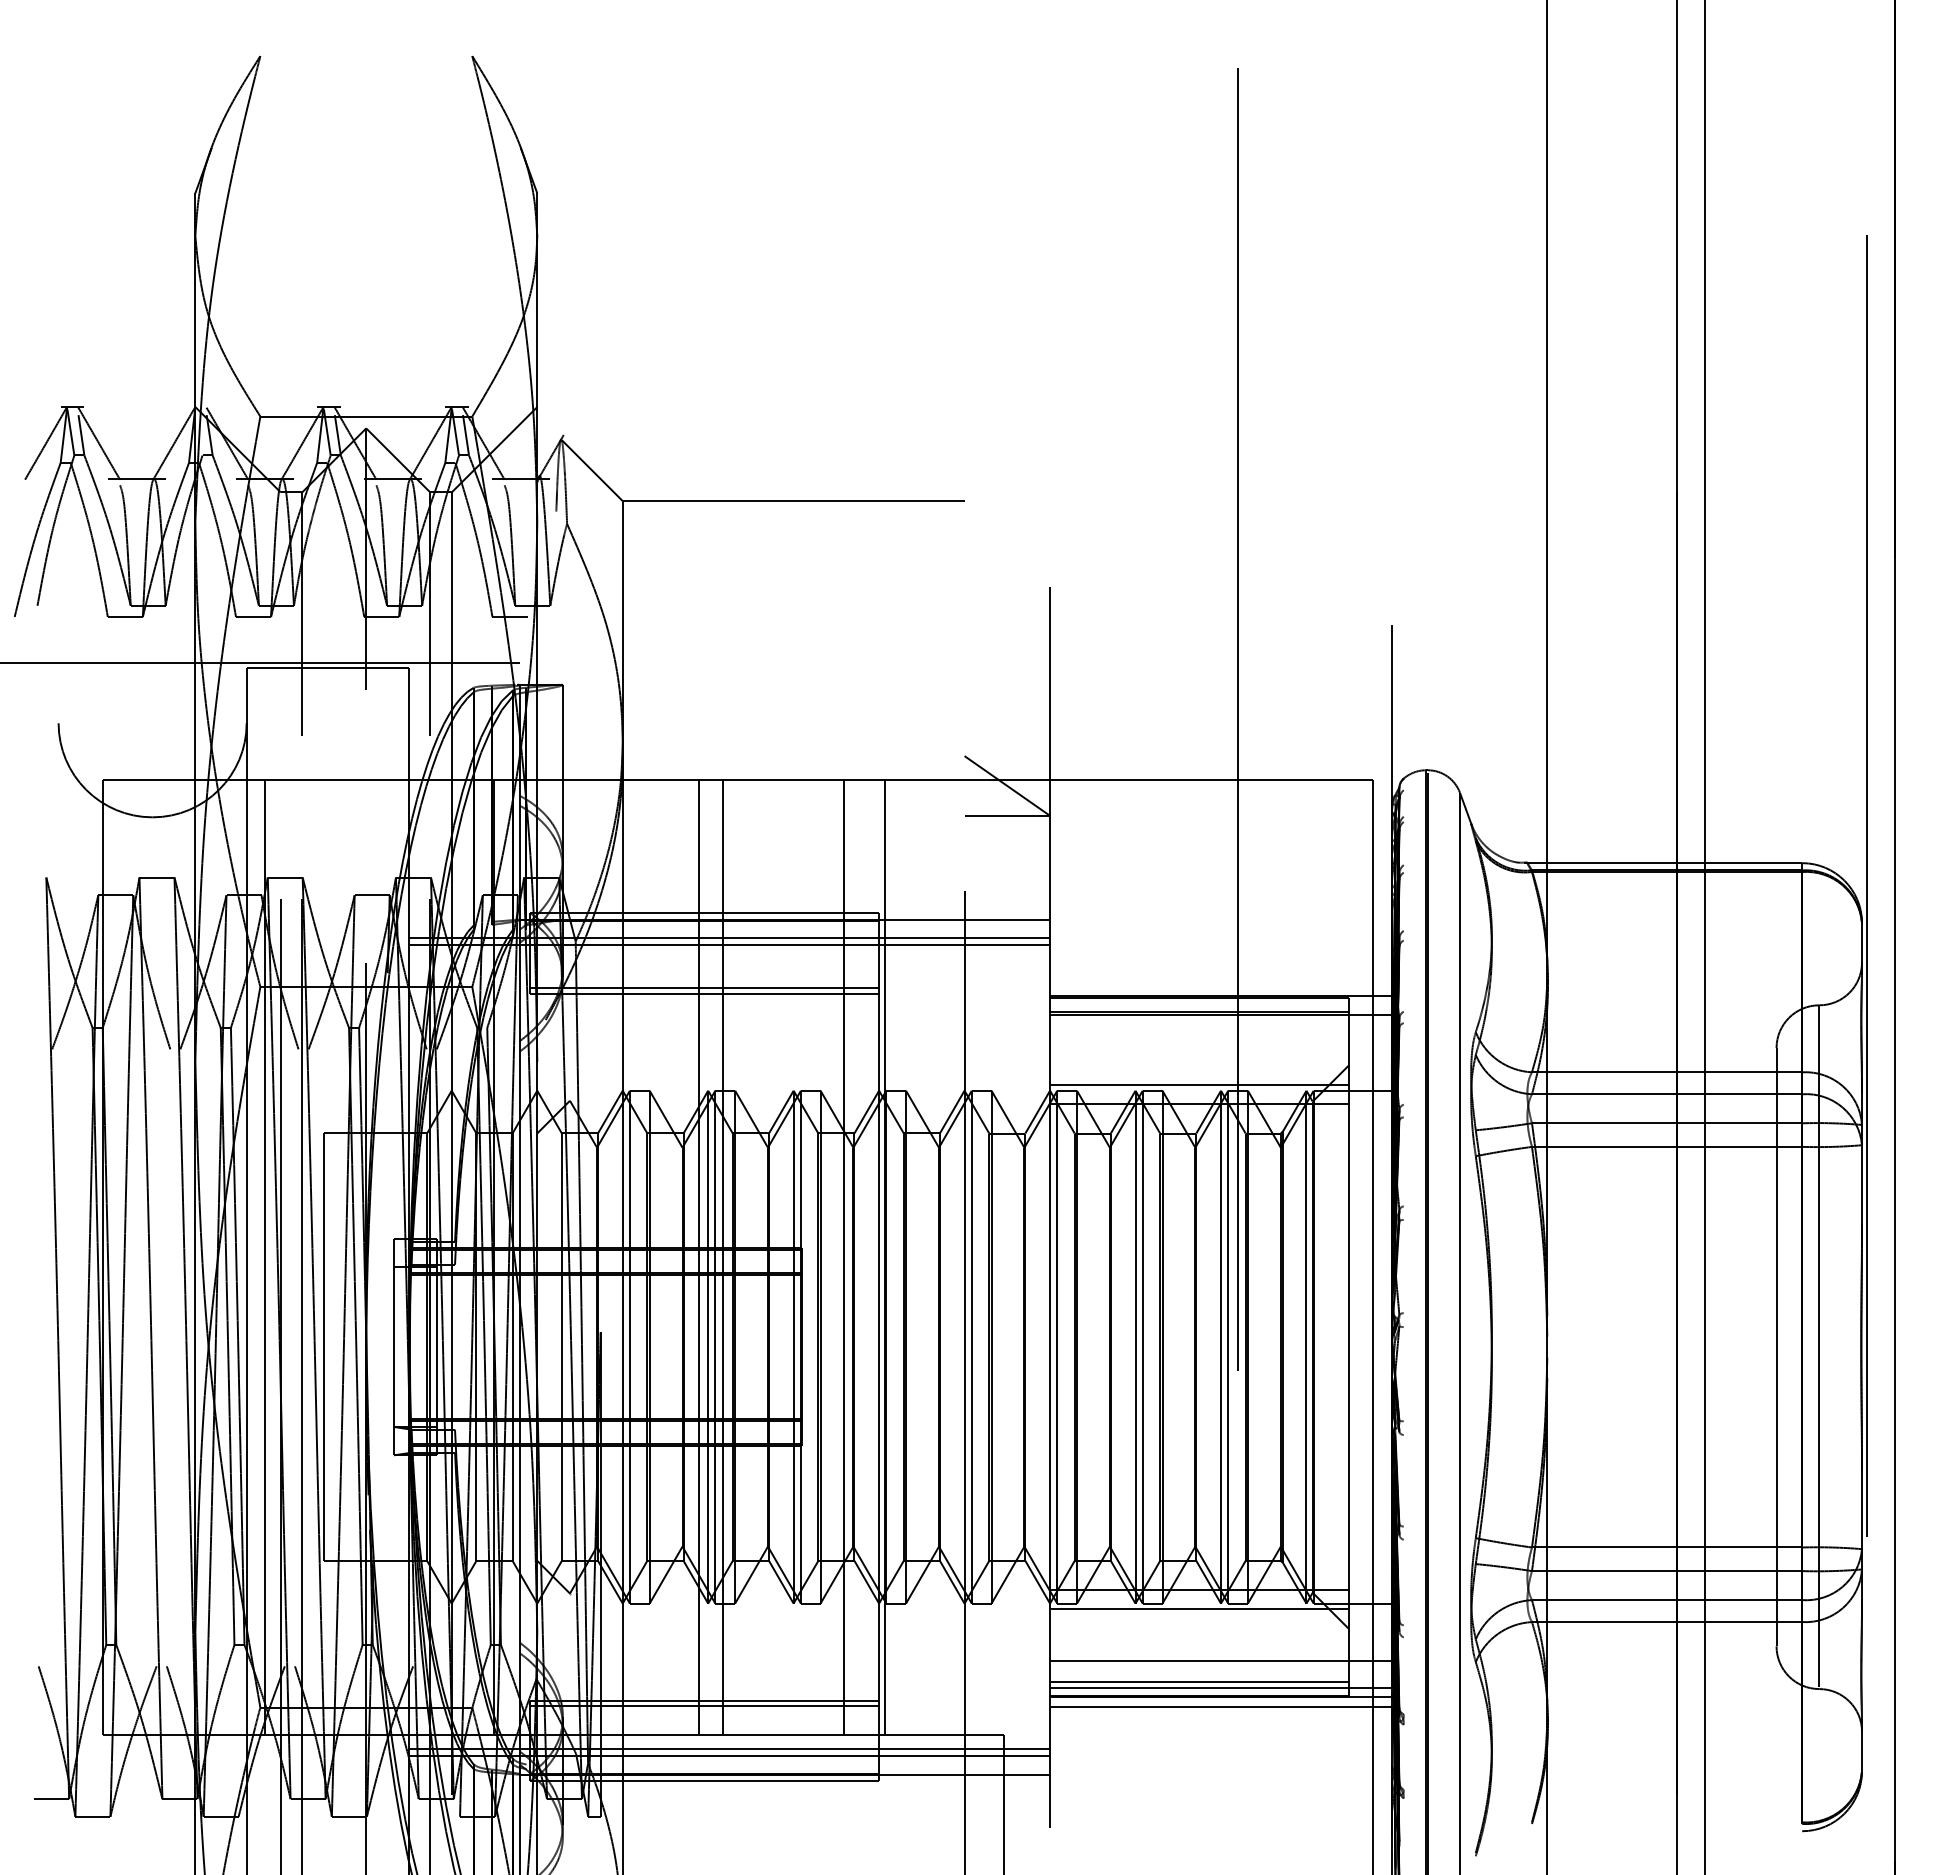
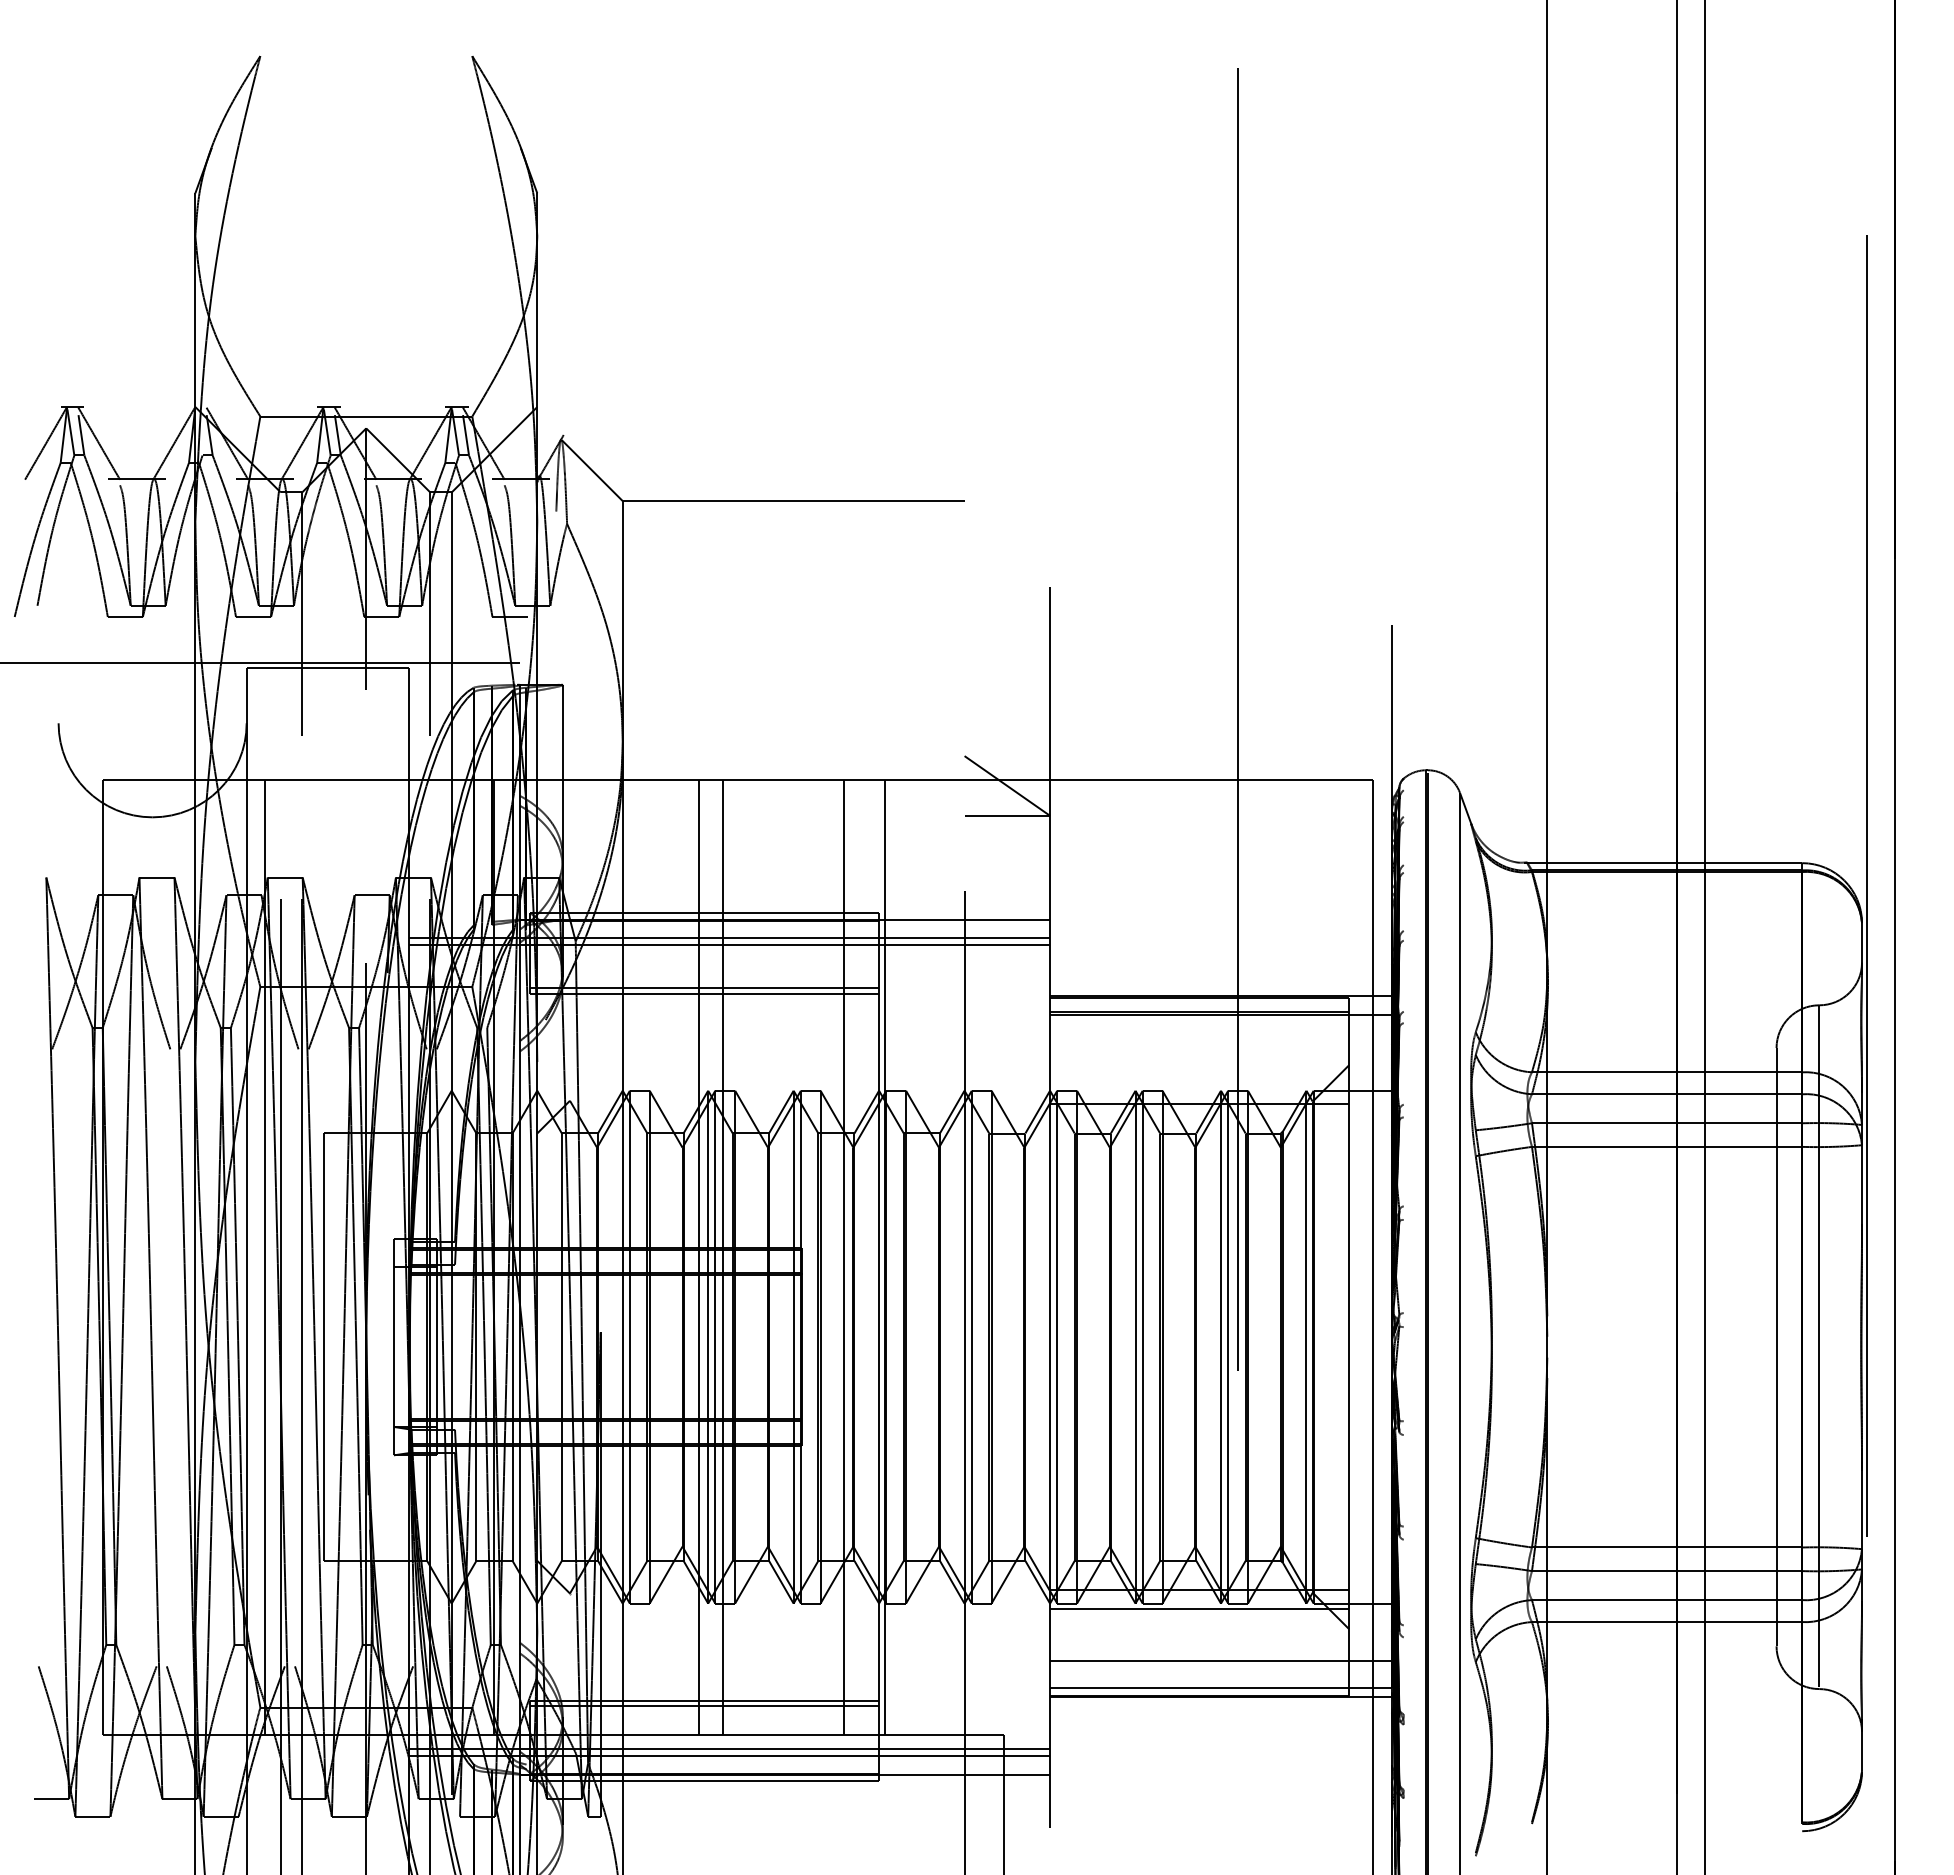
line at (1199, 1085): present -> none
line at (1199, 1681): present -> none
line at (1220, 1706): present -> none
